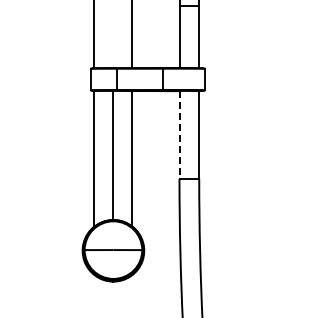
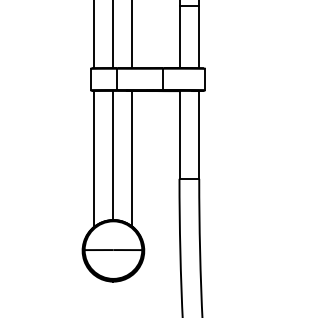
line at (113, 35): none -> present
line at (179, 134): dashed -> solid
